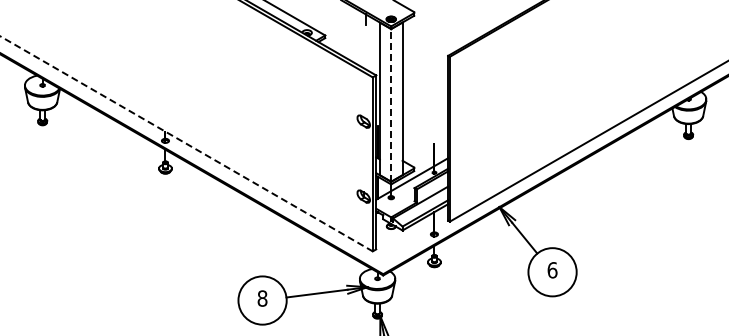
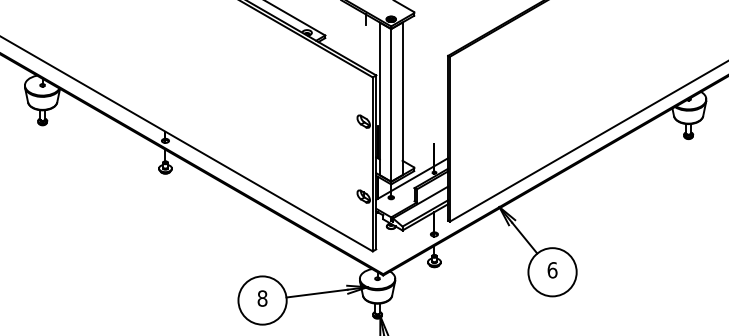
line at (391, 104): dashed -> solid
line at (186, 143): dashed -> solid
